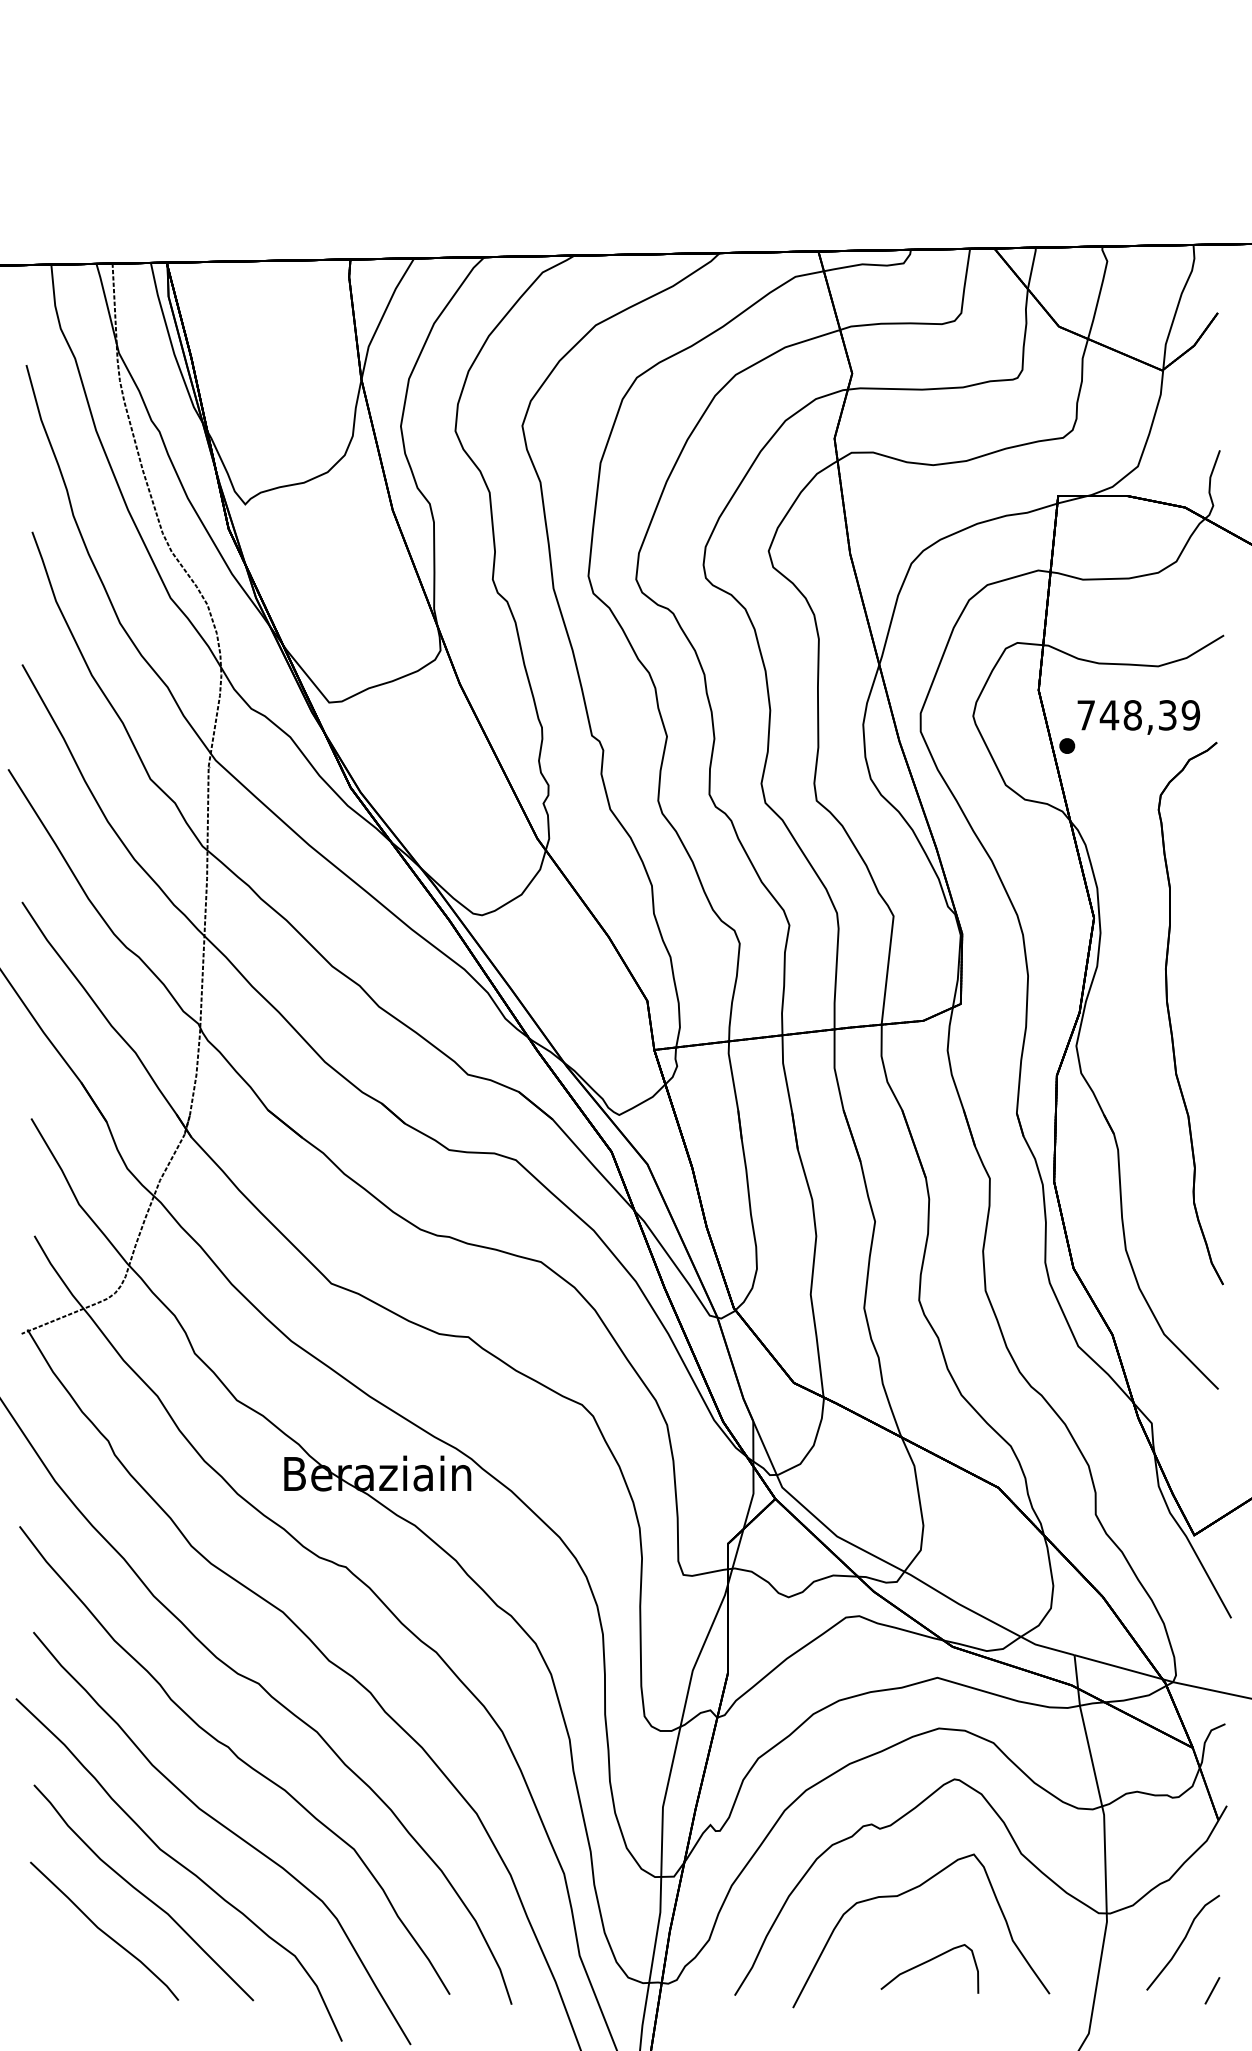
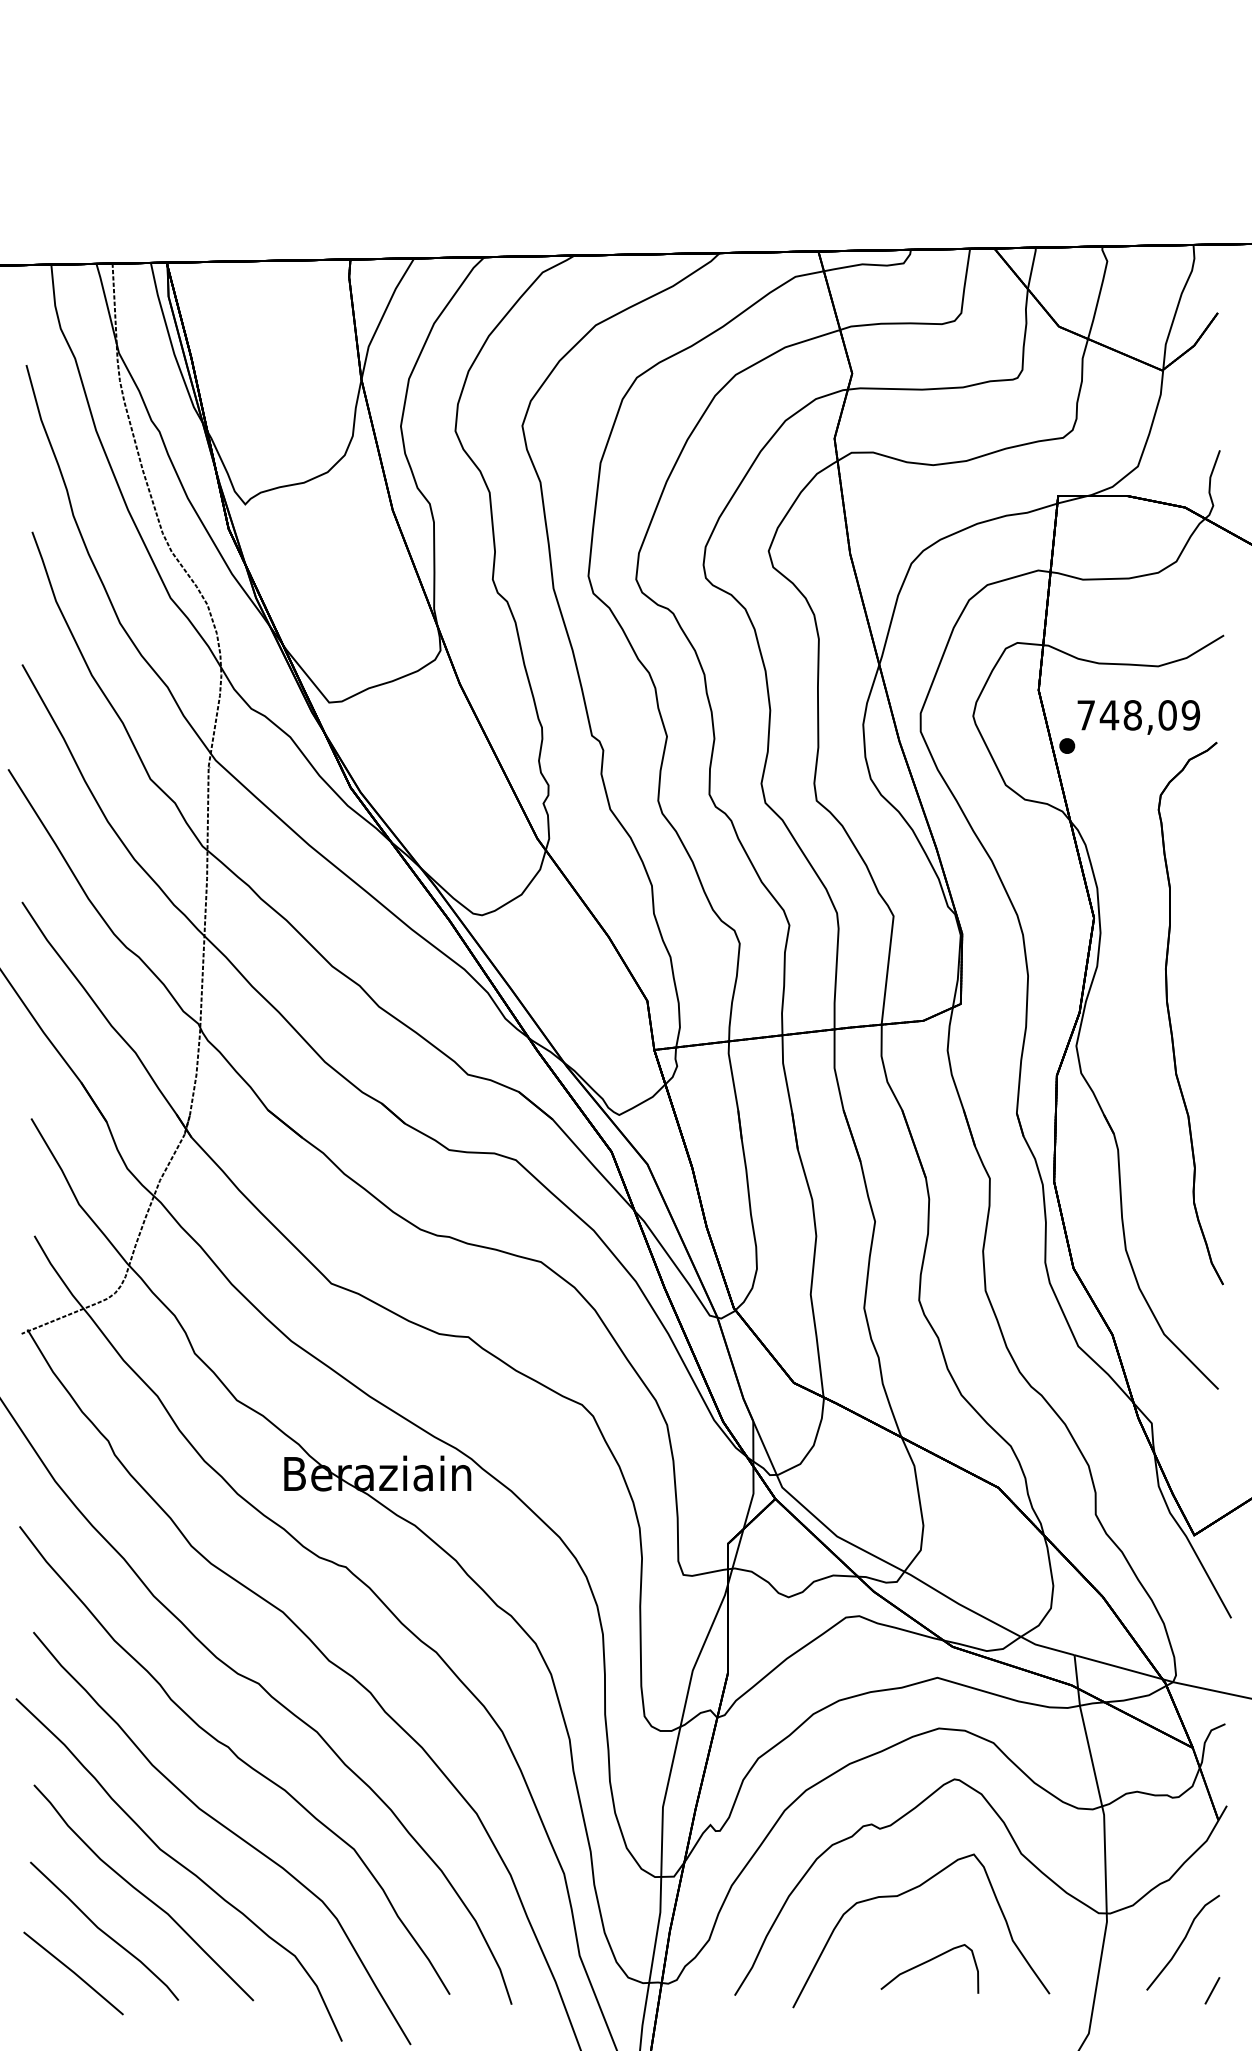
text at (1167, 715): 748,39 -> 748,09
part at (73, 1973): none -> present
